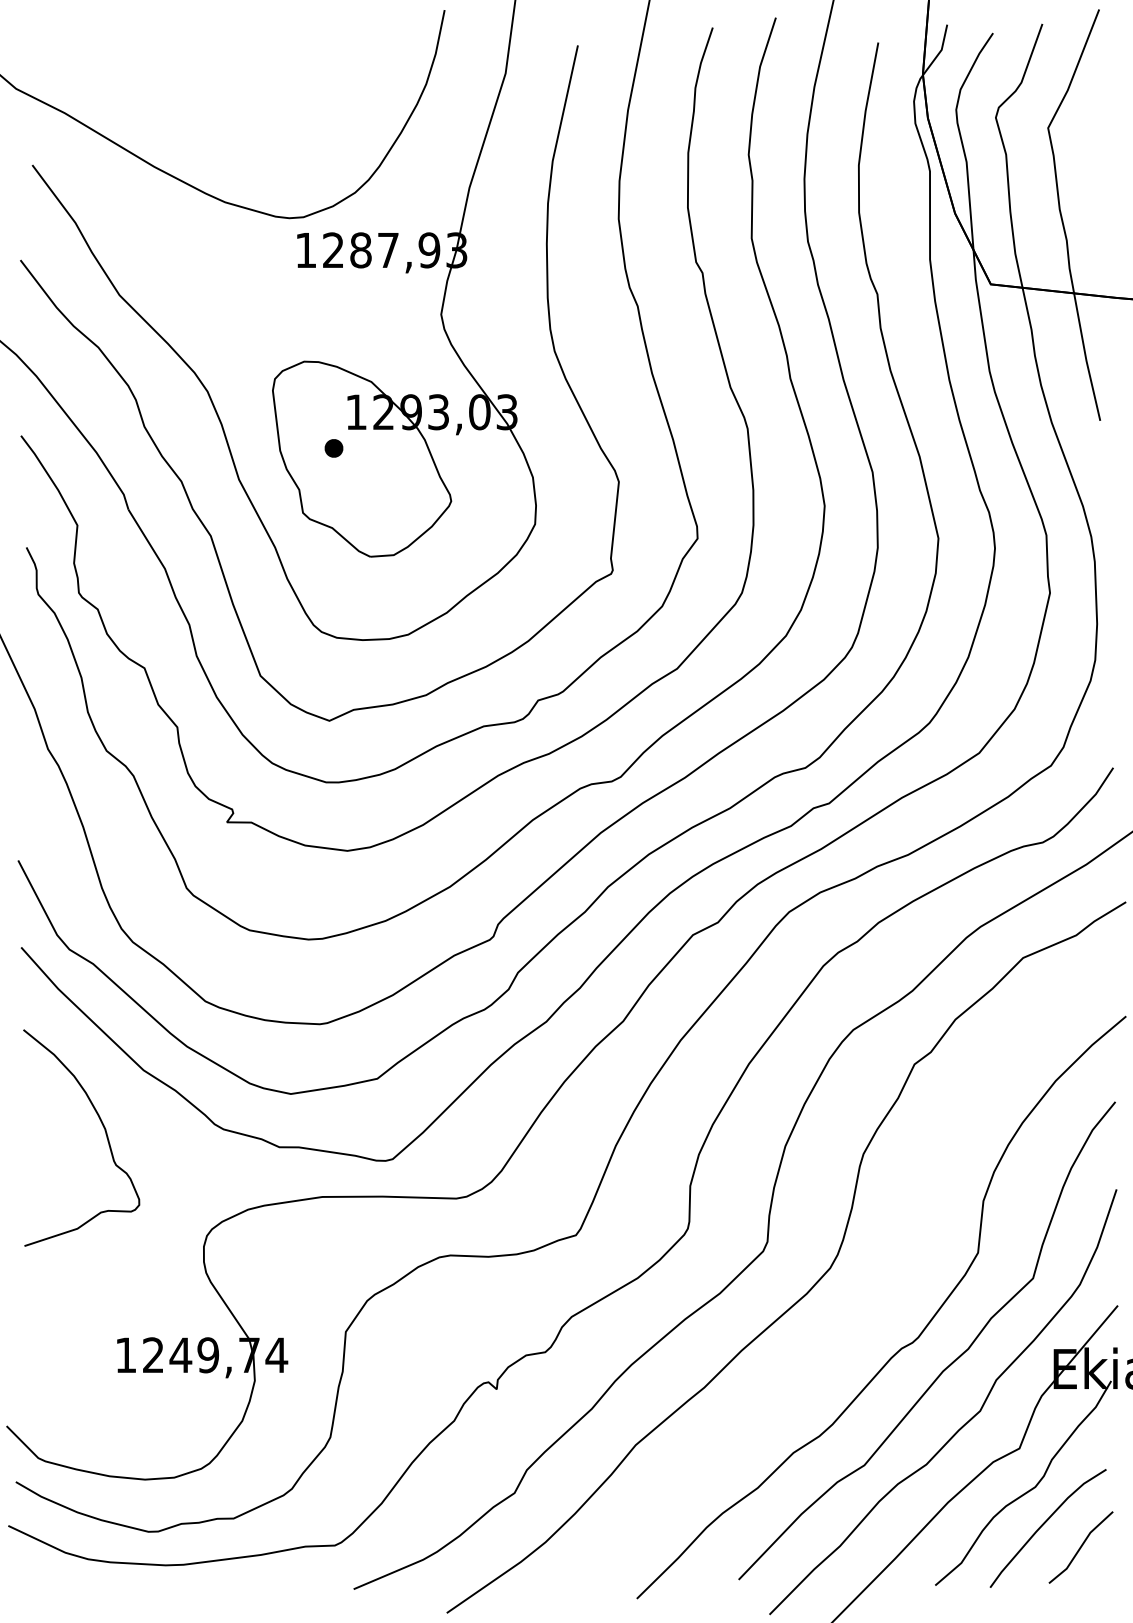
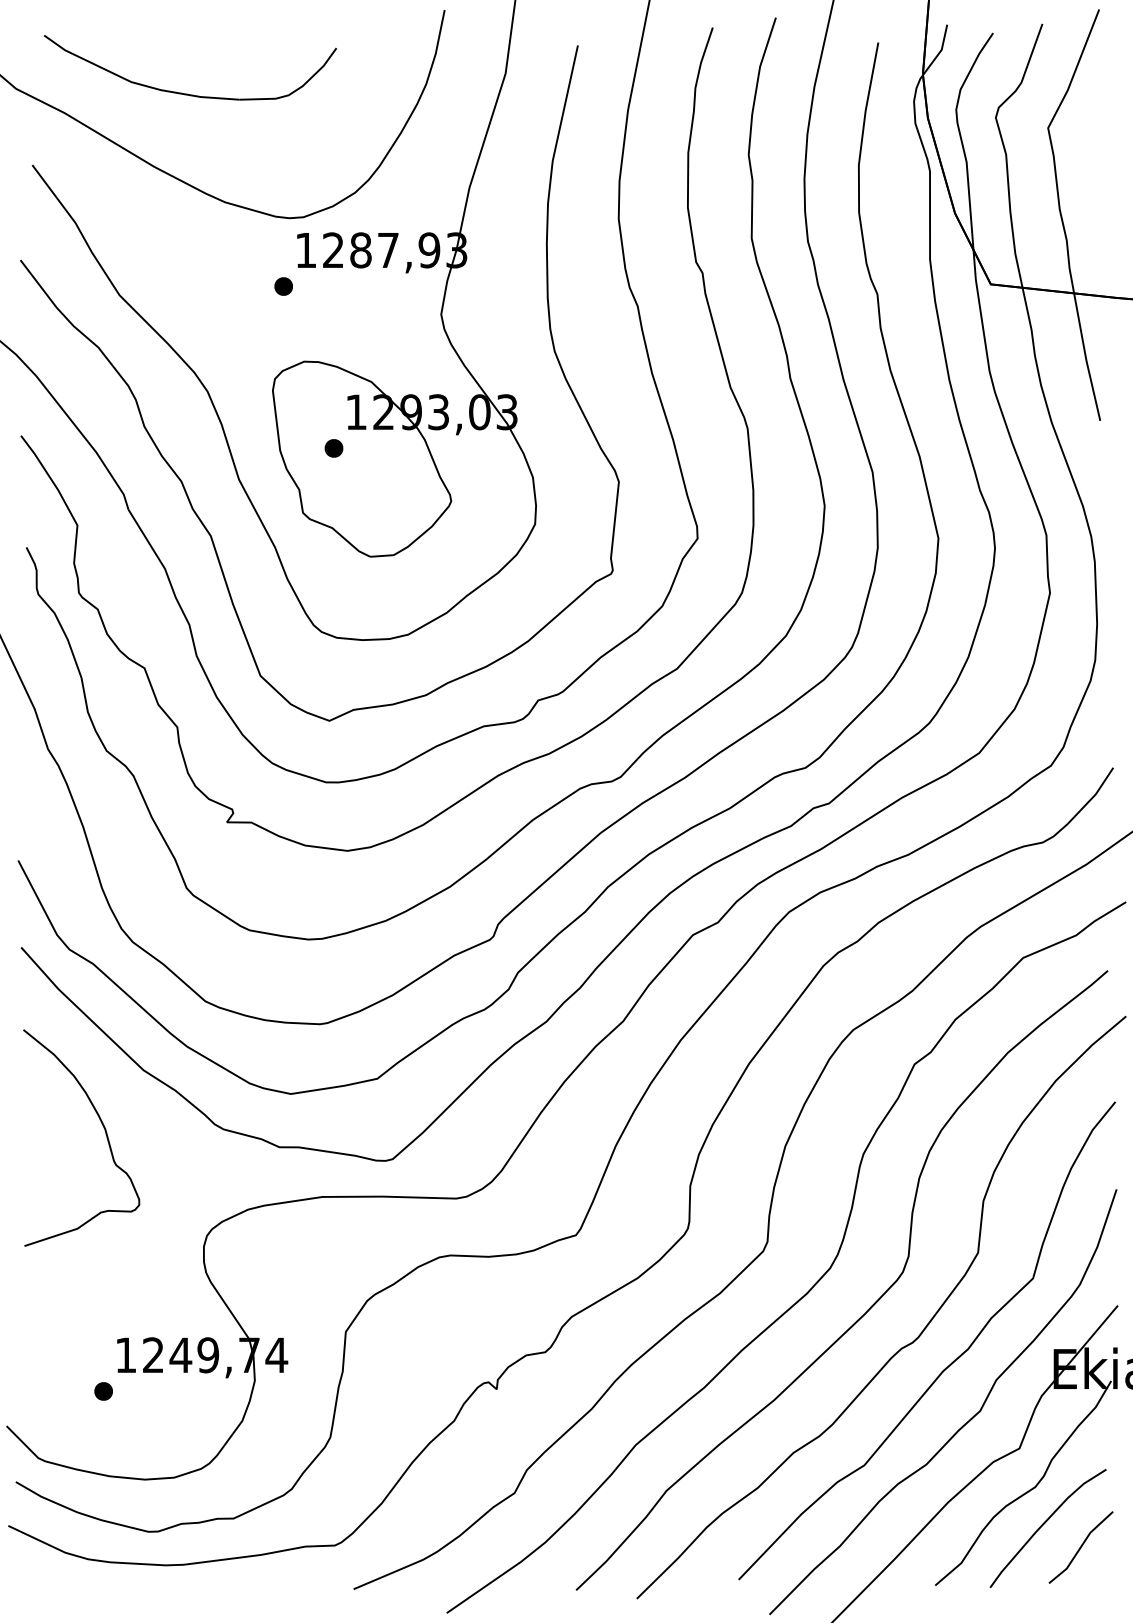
part at (187, 93): none -> present
part at (283, 286): none -> present
part at (869, 1307): none -> present
part at (103, 1391): none -> present
